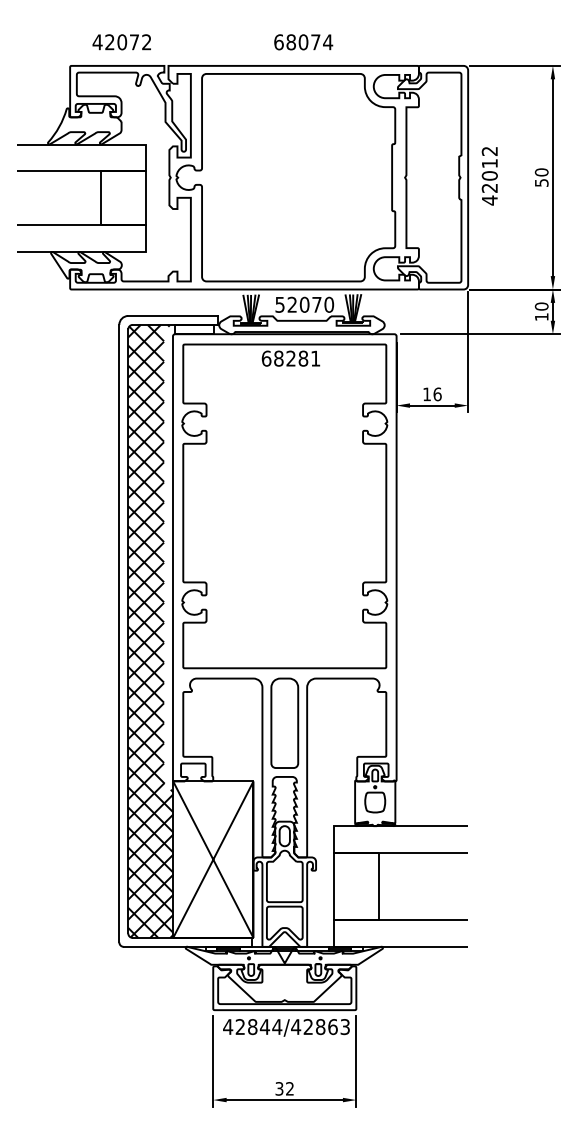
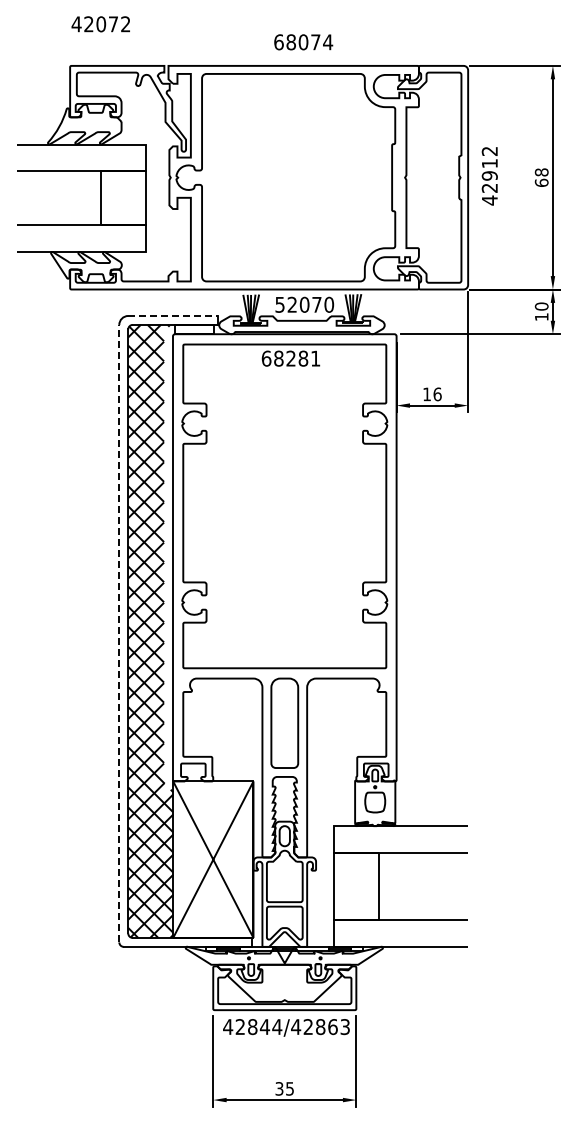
text at (121, 42) position: (121, 42) -> (100, 24)
text at (489, 175): 42012 -> 42912
text at (541, 177): 50 -> 68
line at (172, 315): solid -> dashed
line at (119, 633): solid -> dashed
text at (289, 1088): 32 -> 35
